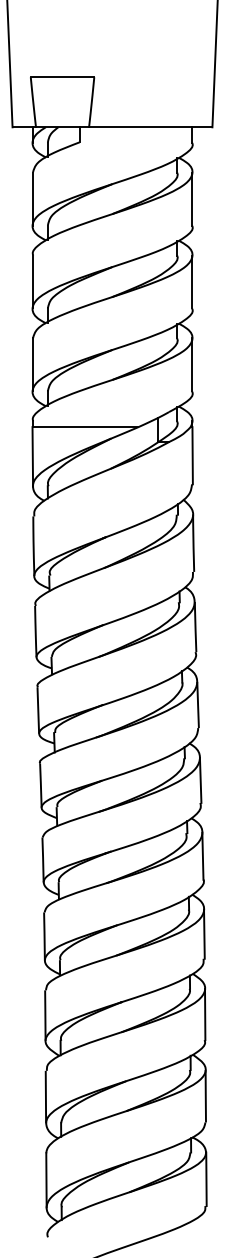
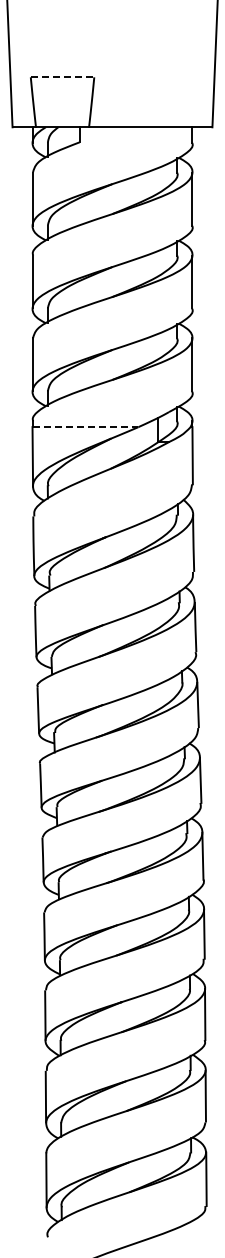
line at (62, 77): solid -> dashed
line at (85, 427): solid -> dashed
